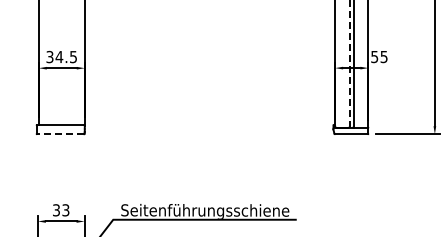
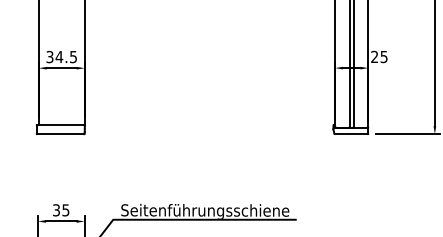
text at (374, 56): 55 -> 25
line at (349, 63): dashed -> solid
line at (60, 134): dashed -> solid
text at (65, 209): 33 -> 35
